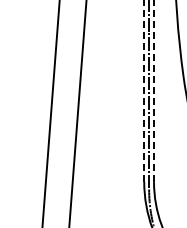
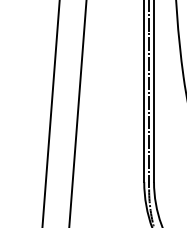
line at (144, 90): dashed -> solid
line at (154, 91): dashed -> solid
